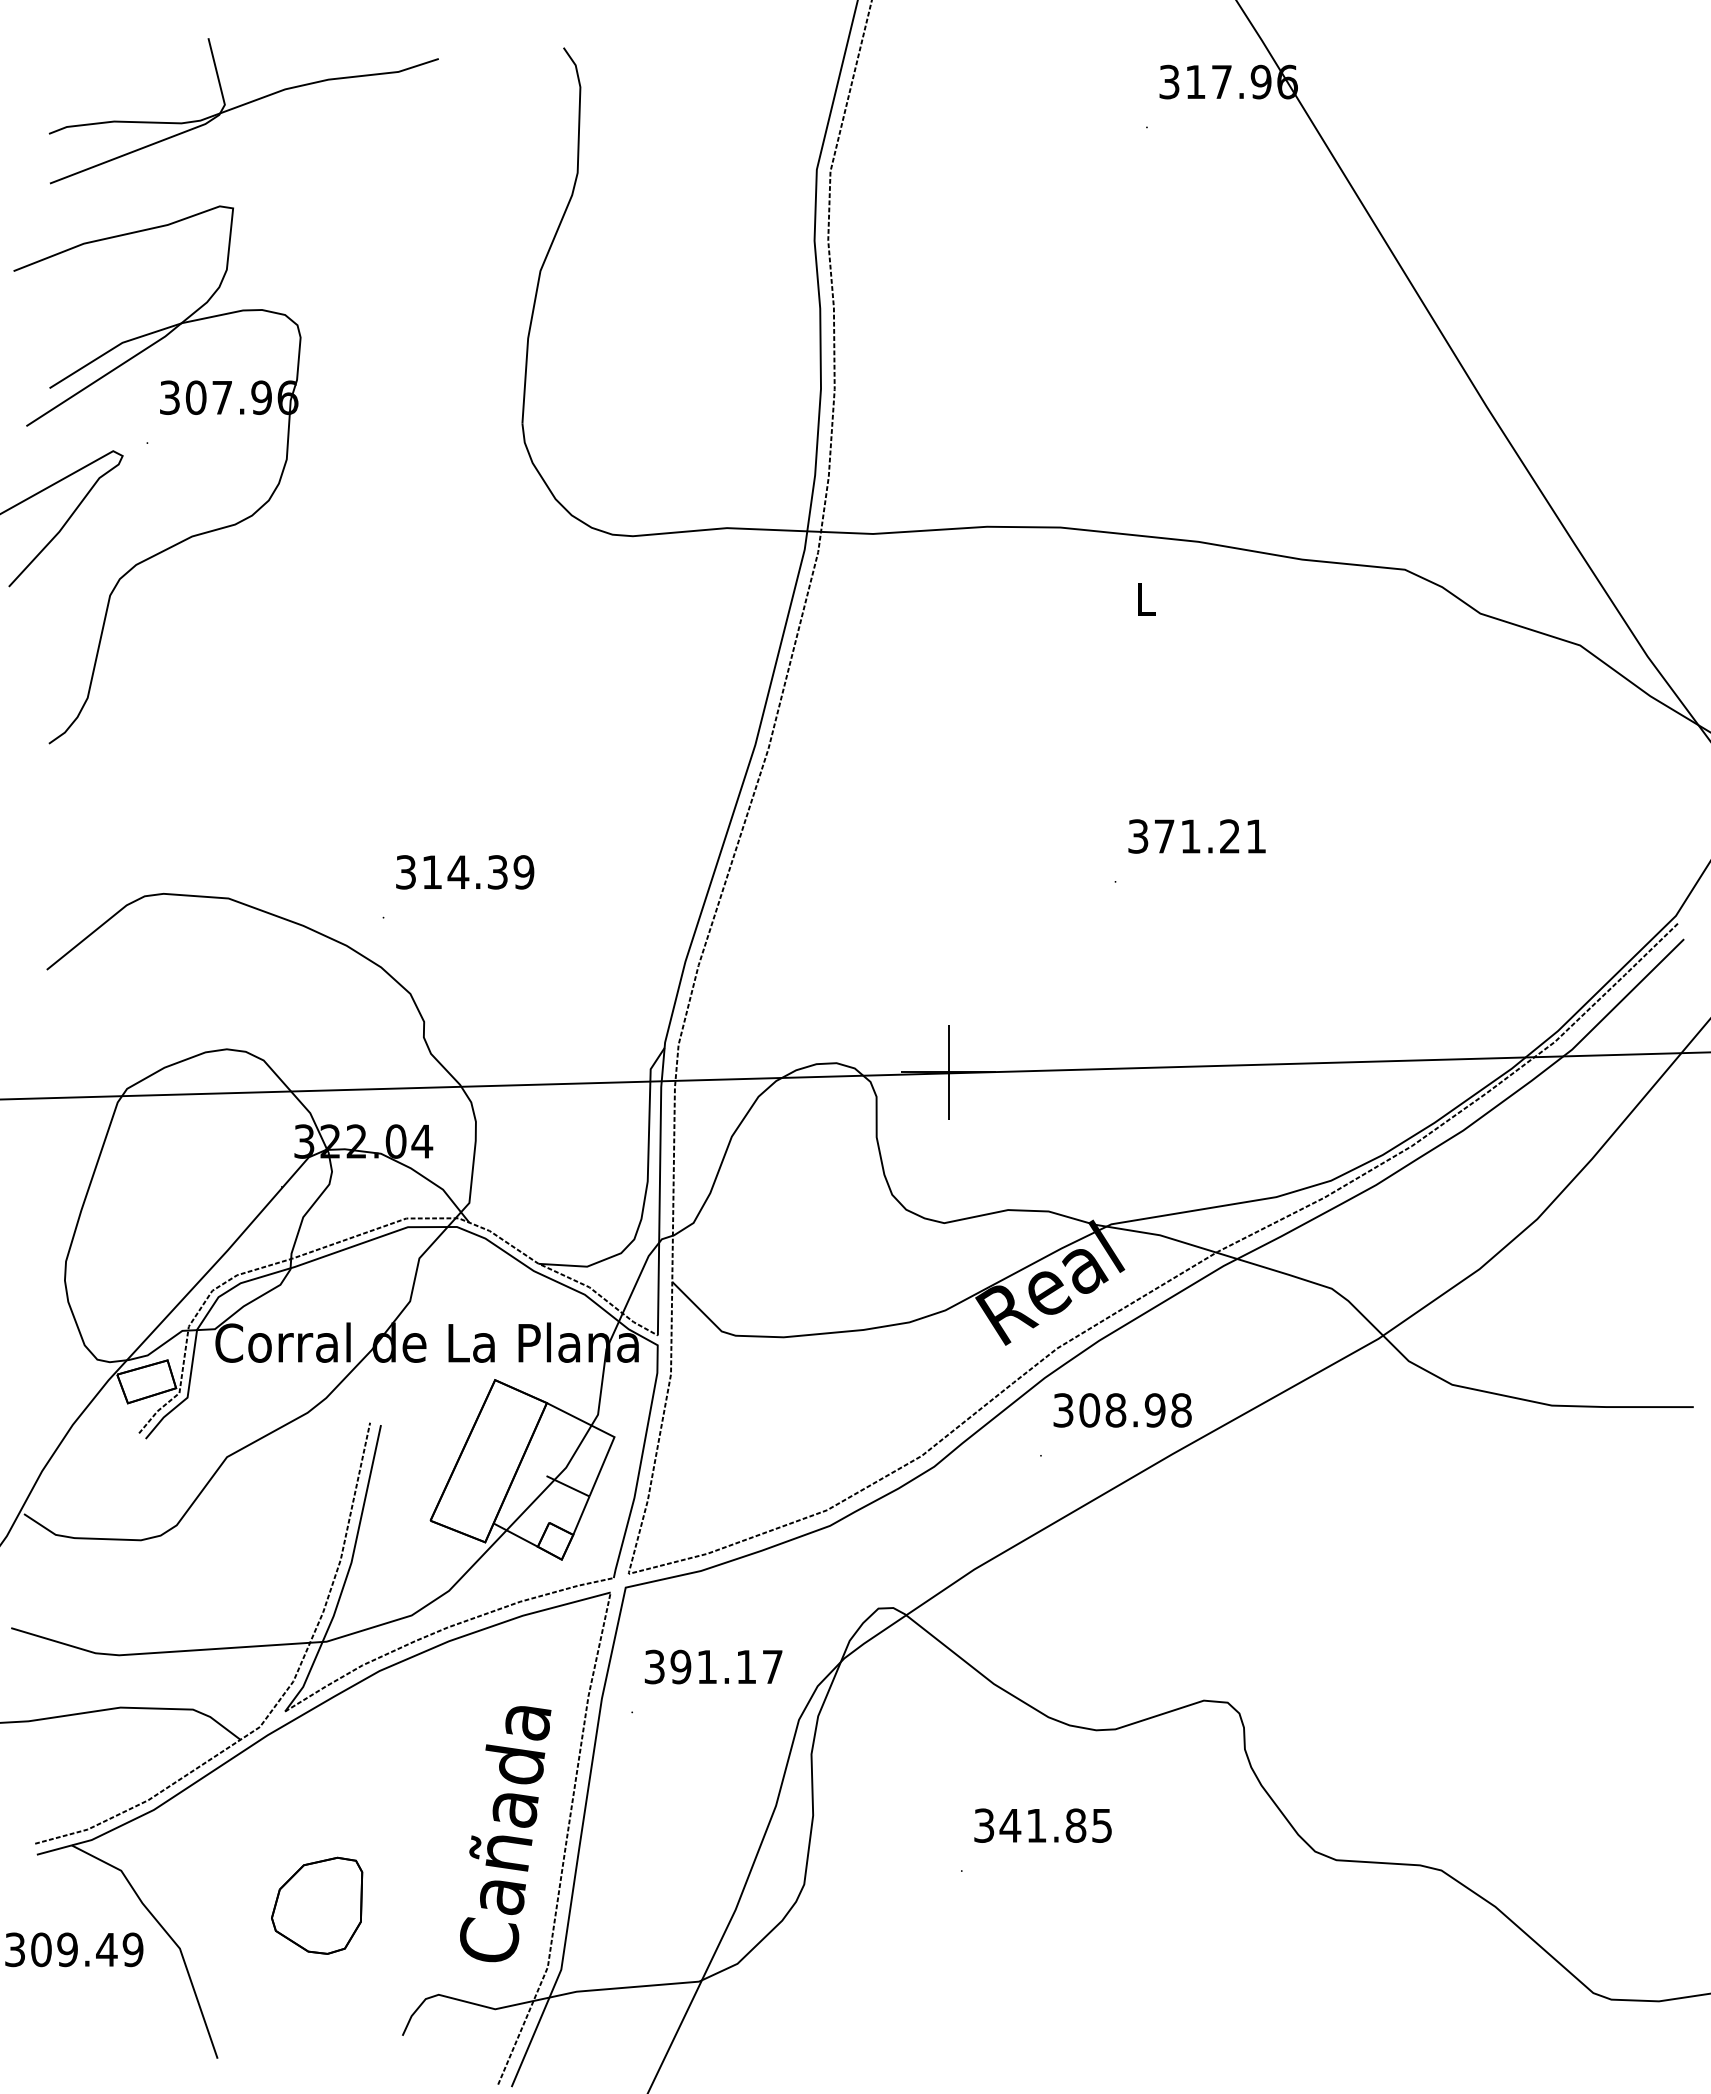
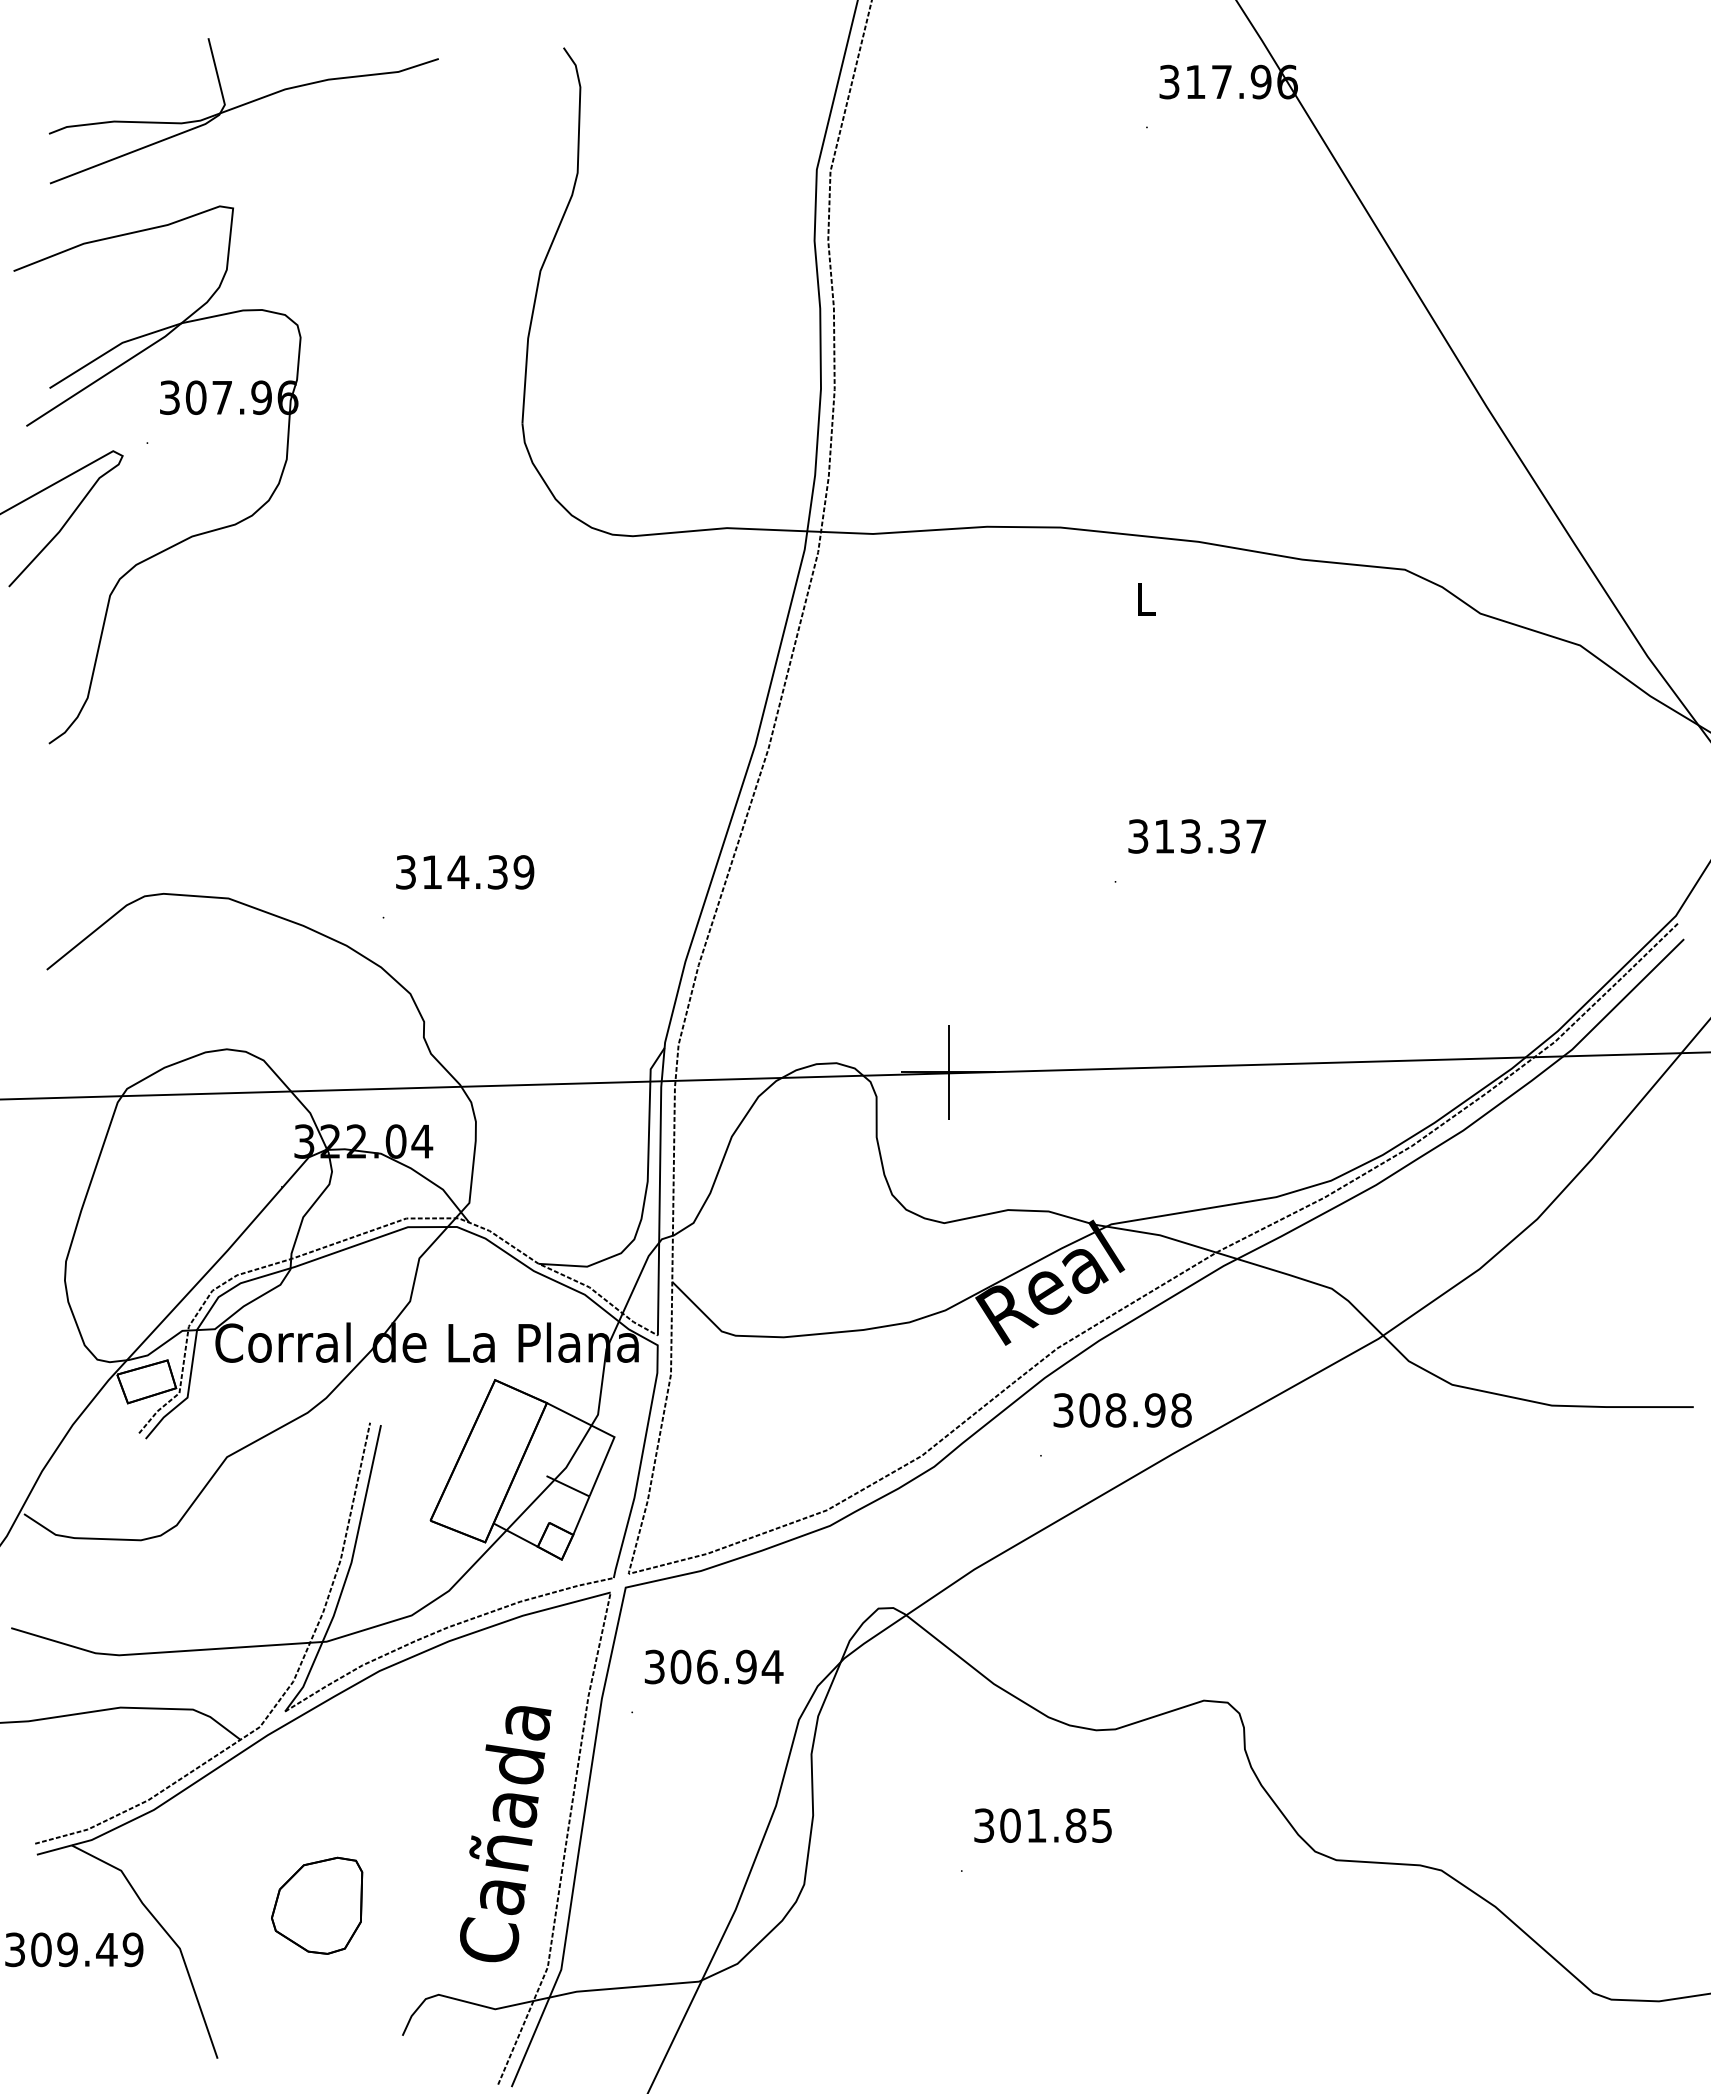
text at (1210, 836): 371.21 -> 313.37
text at (726, 1666): 391.17 -> 306.94
text at (1010, 1825): 341.85 -> 301.85
